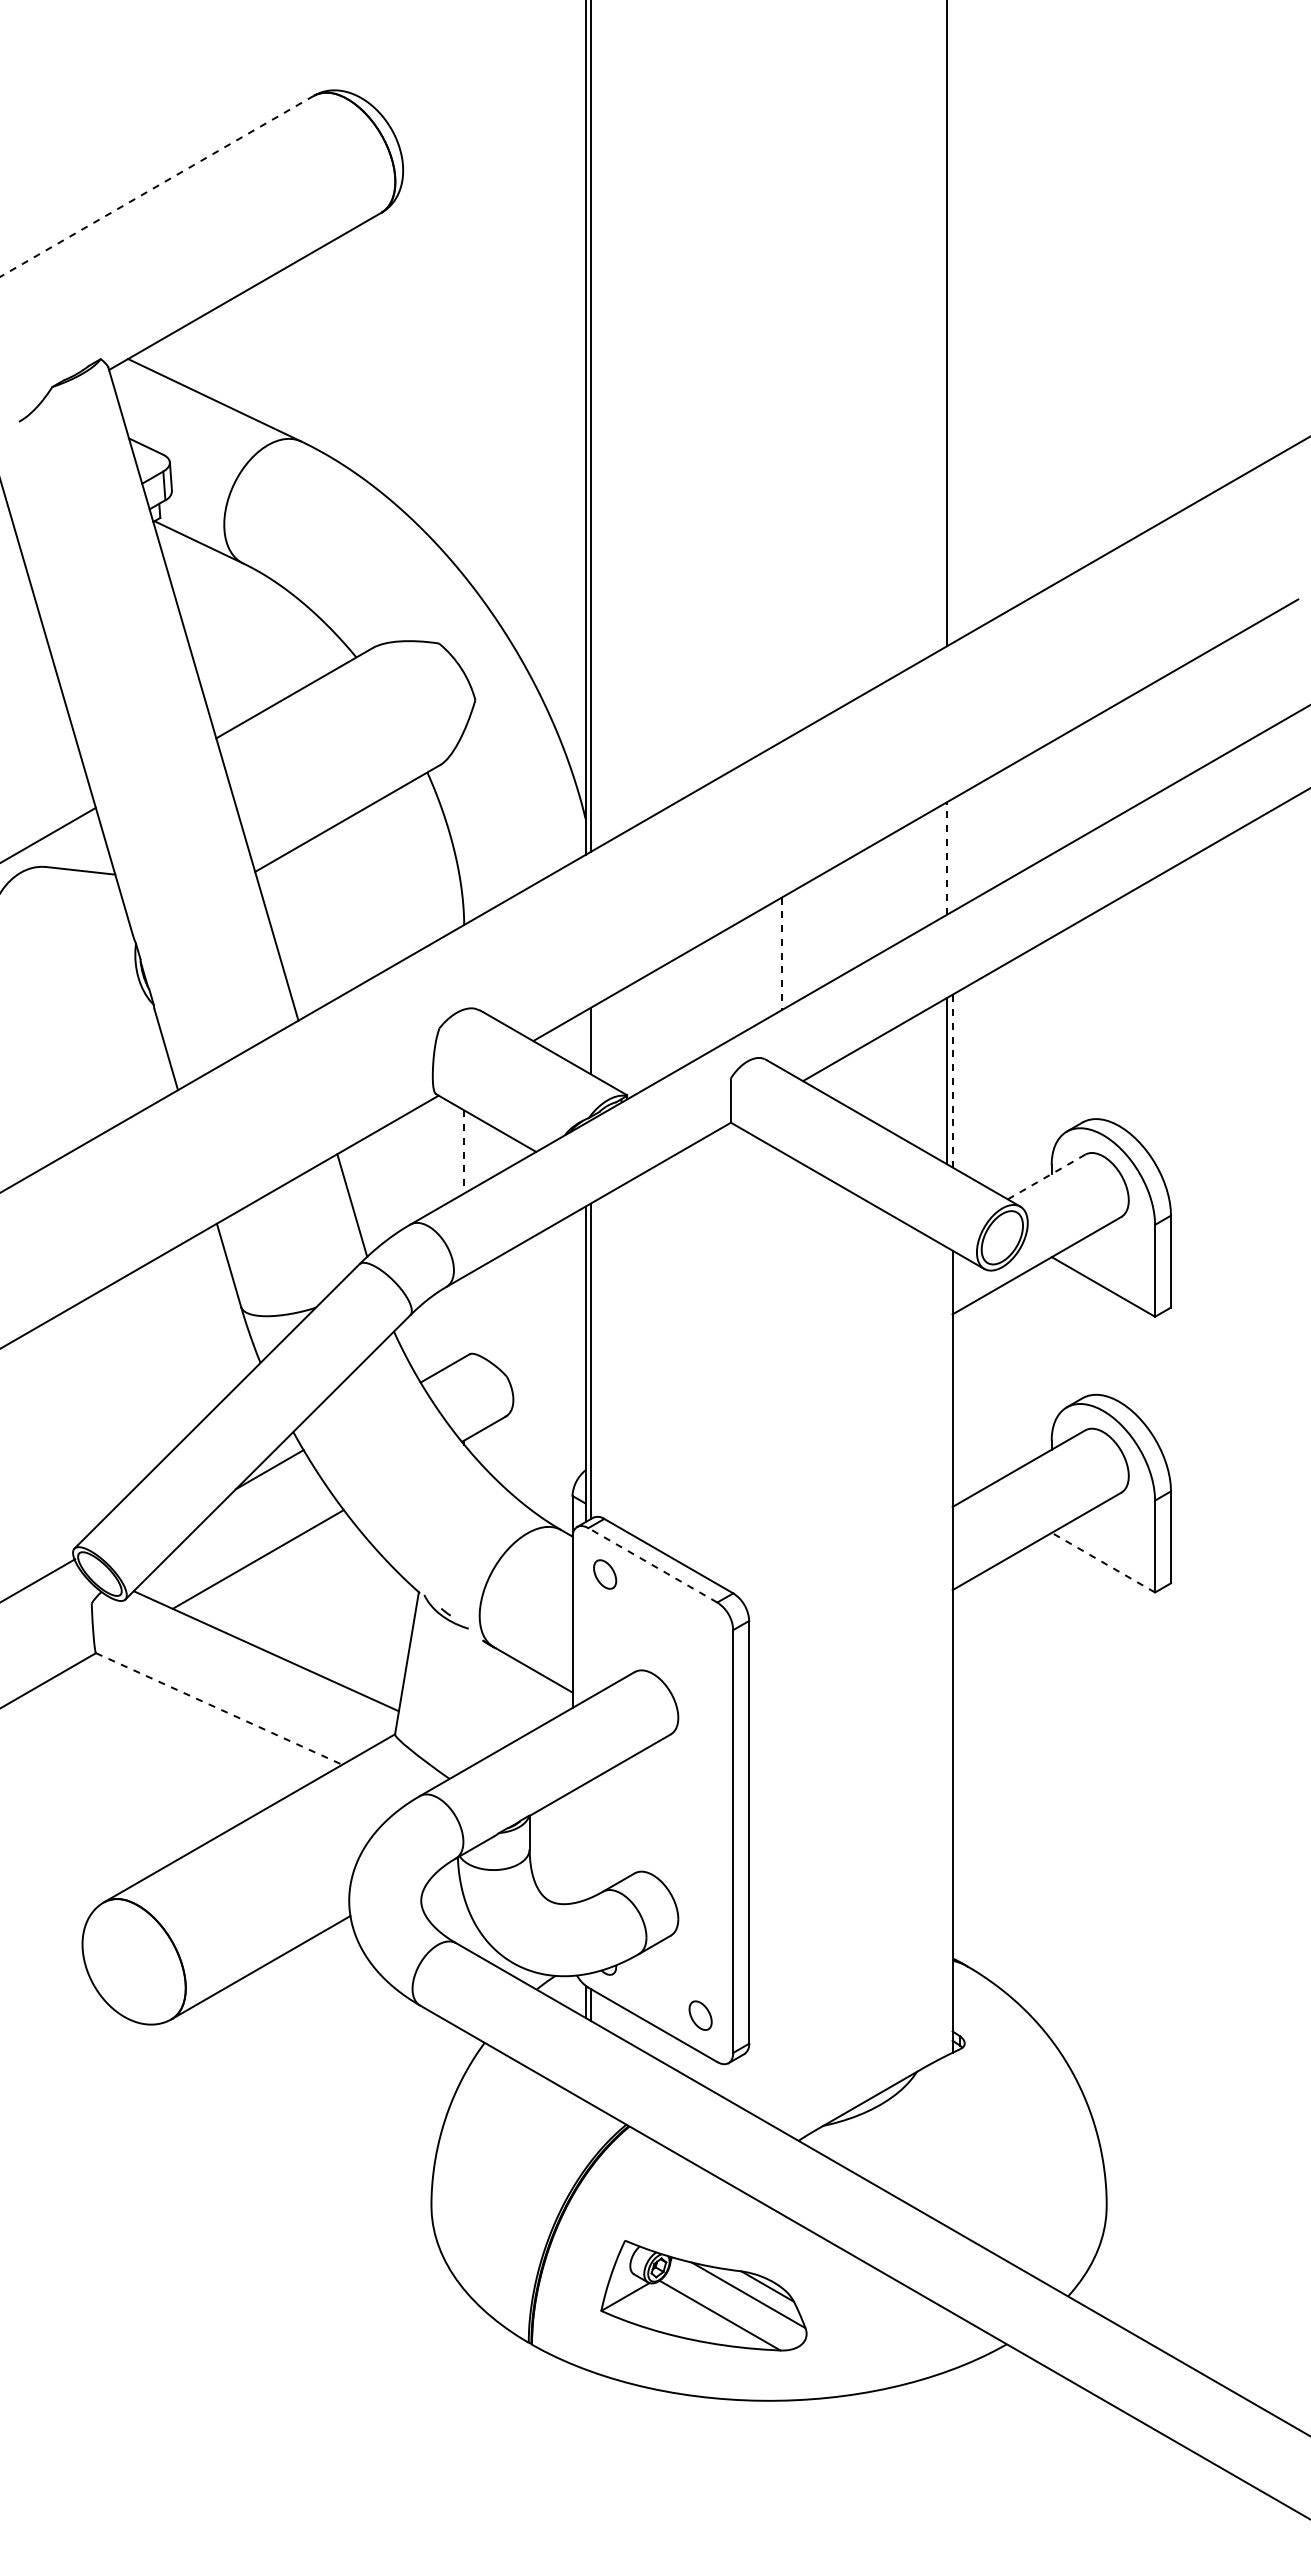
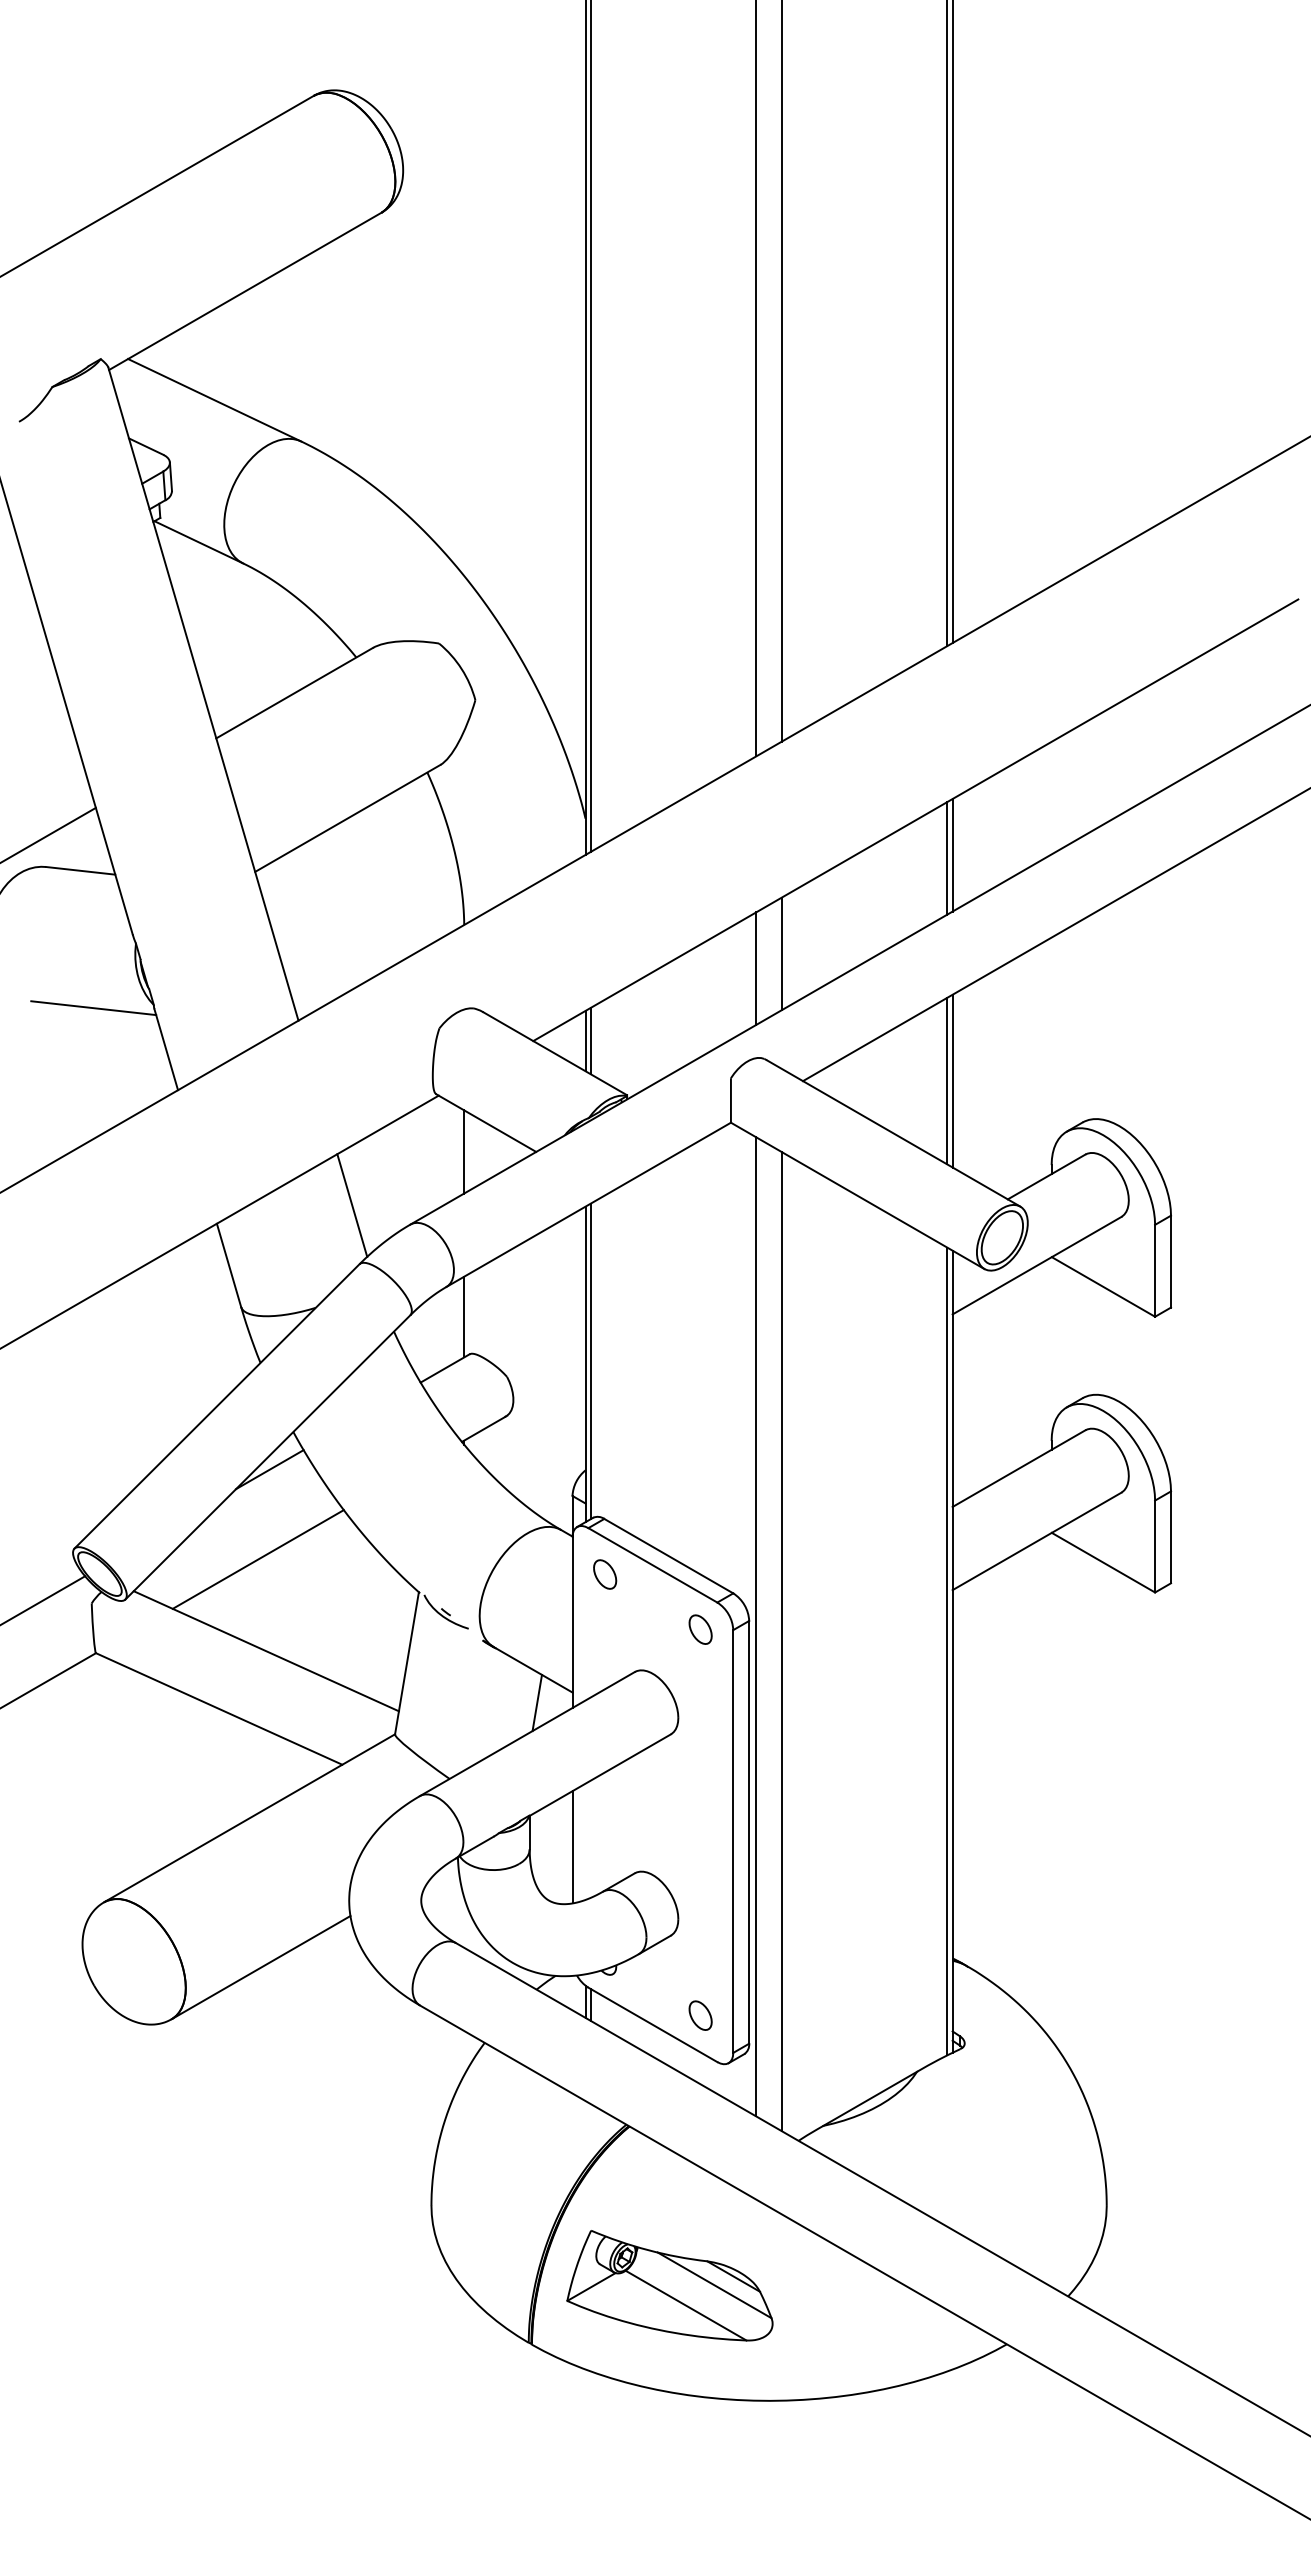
line at (157, 186): dashed -> solid
line at (952, 322): none -> present
line at (781, 371): none -> present
line at (756, 379): none -> present
line at (952, 855): none -> present
line at (947, 857): dashed -> solid
line at (781, 954): dashed -> solid
line at (756, 968): none -> present
line at (93, 1008): none -> present
line at (585, 1040): none -> present
line at (952, 1080): dashed -> solid
line at (464, 1151): dashed -> solid
line at (1046, 1177): dashed -> solid
line at (464, 1316): none -> present
line at (1103, 1562): dashed -> solid
line at (652, 1565): dashed -> solid
line at (38, 1580) position: (38, 1580) -> (43, 1599)
line at (756, 1626): none -> present
part at (700, 1629): none -> present
line at (781, 1641): none -> present
line at (947, 1651): none -> present
line at (536, 1702): none -> present
line at (219, 1709): dashed -> solid
line at (572, 1847): none -> present
part at (703, 2295) position: (703, 2295) -> (669, 2285)
